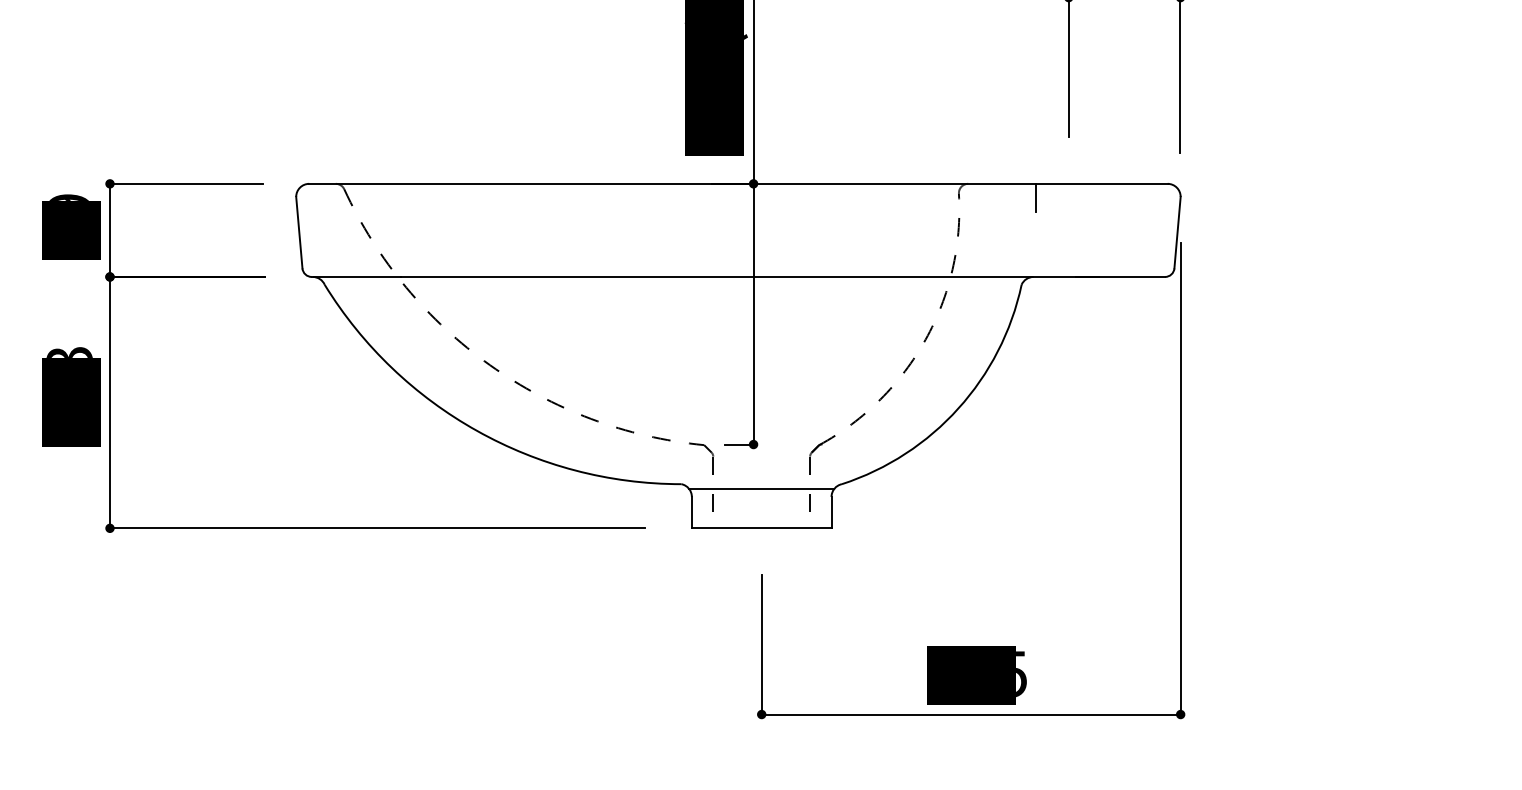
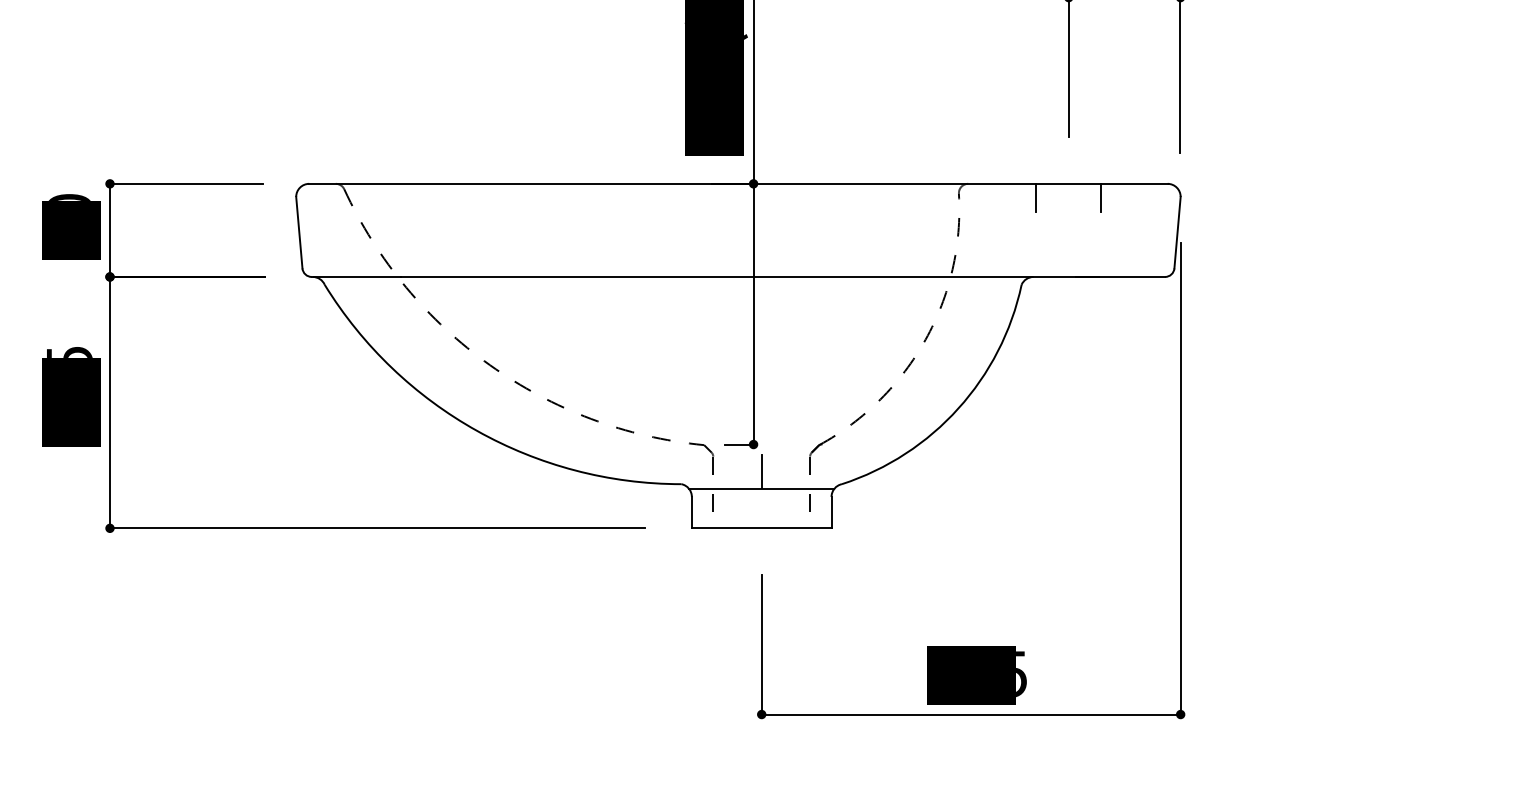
text at (69, 197): 59 -> 50
line at (1101, 197): none -> present
text at (69, 352): 133 -> 135
line at (761, 470): none -> present
